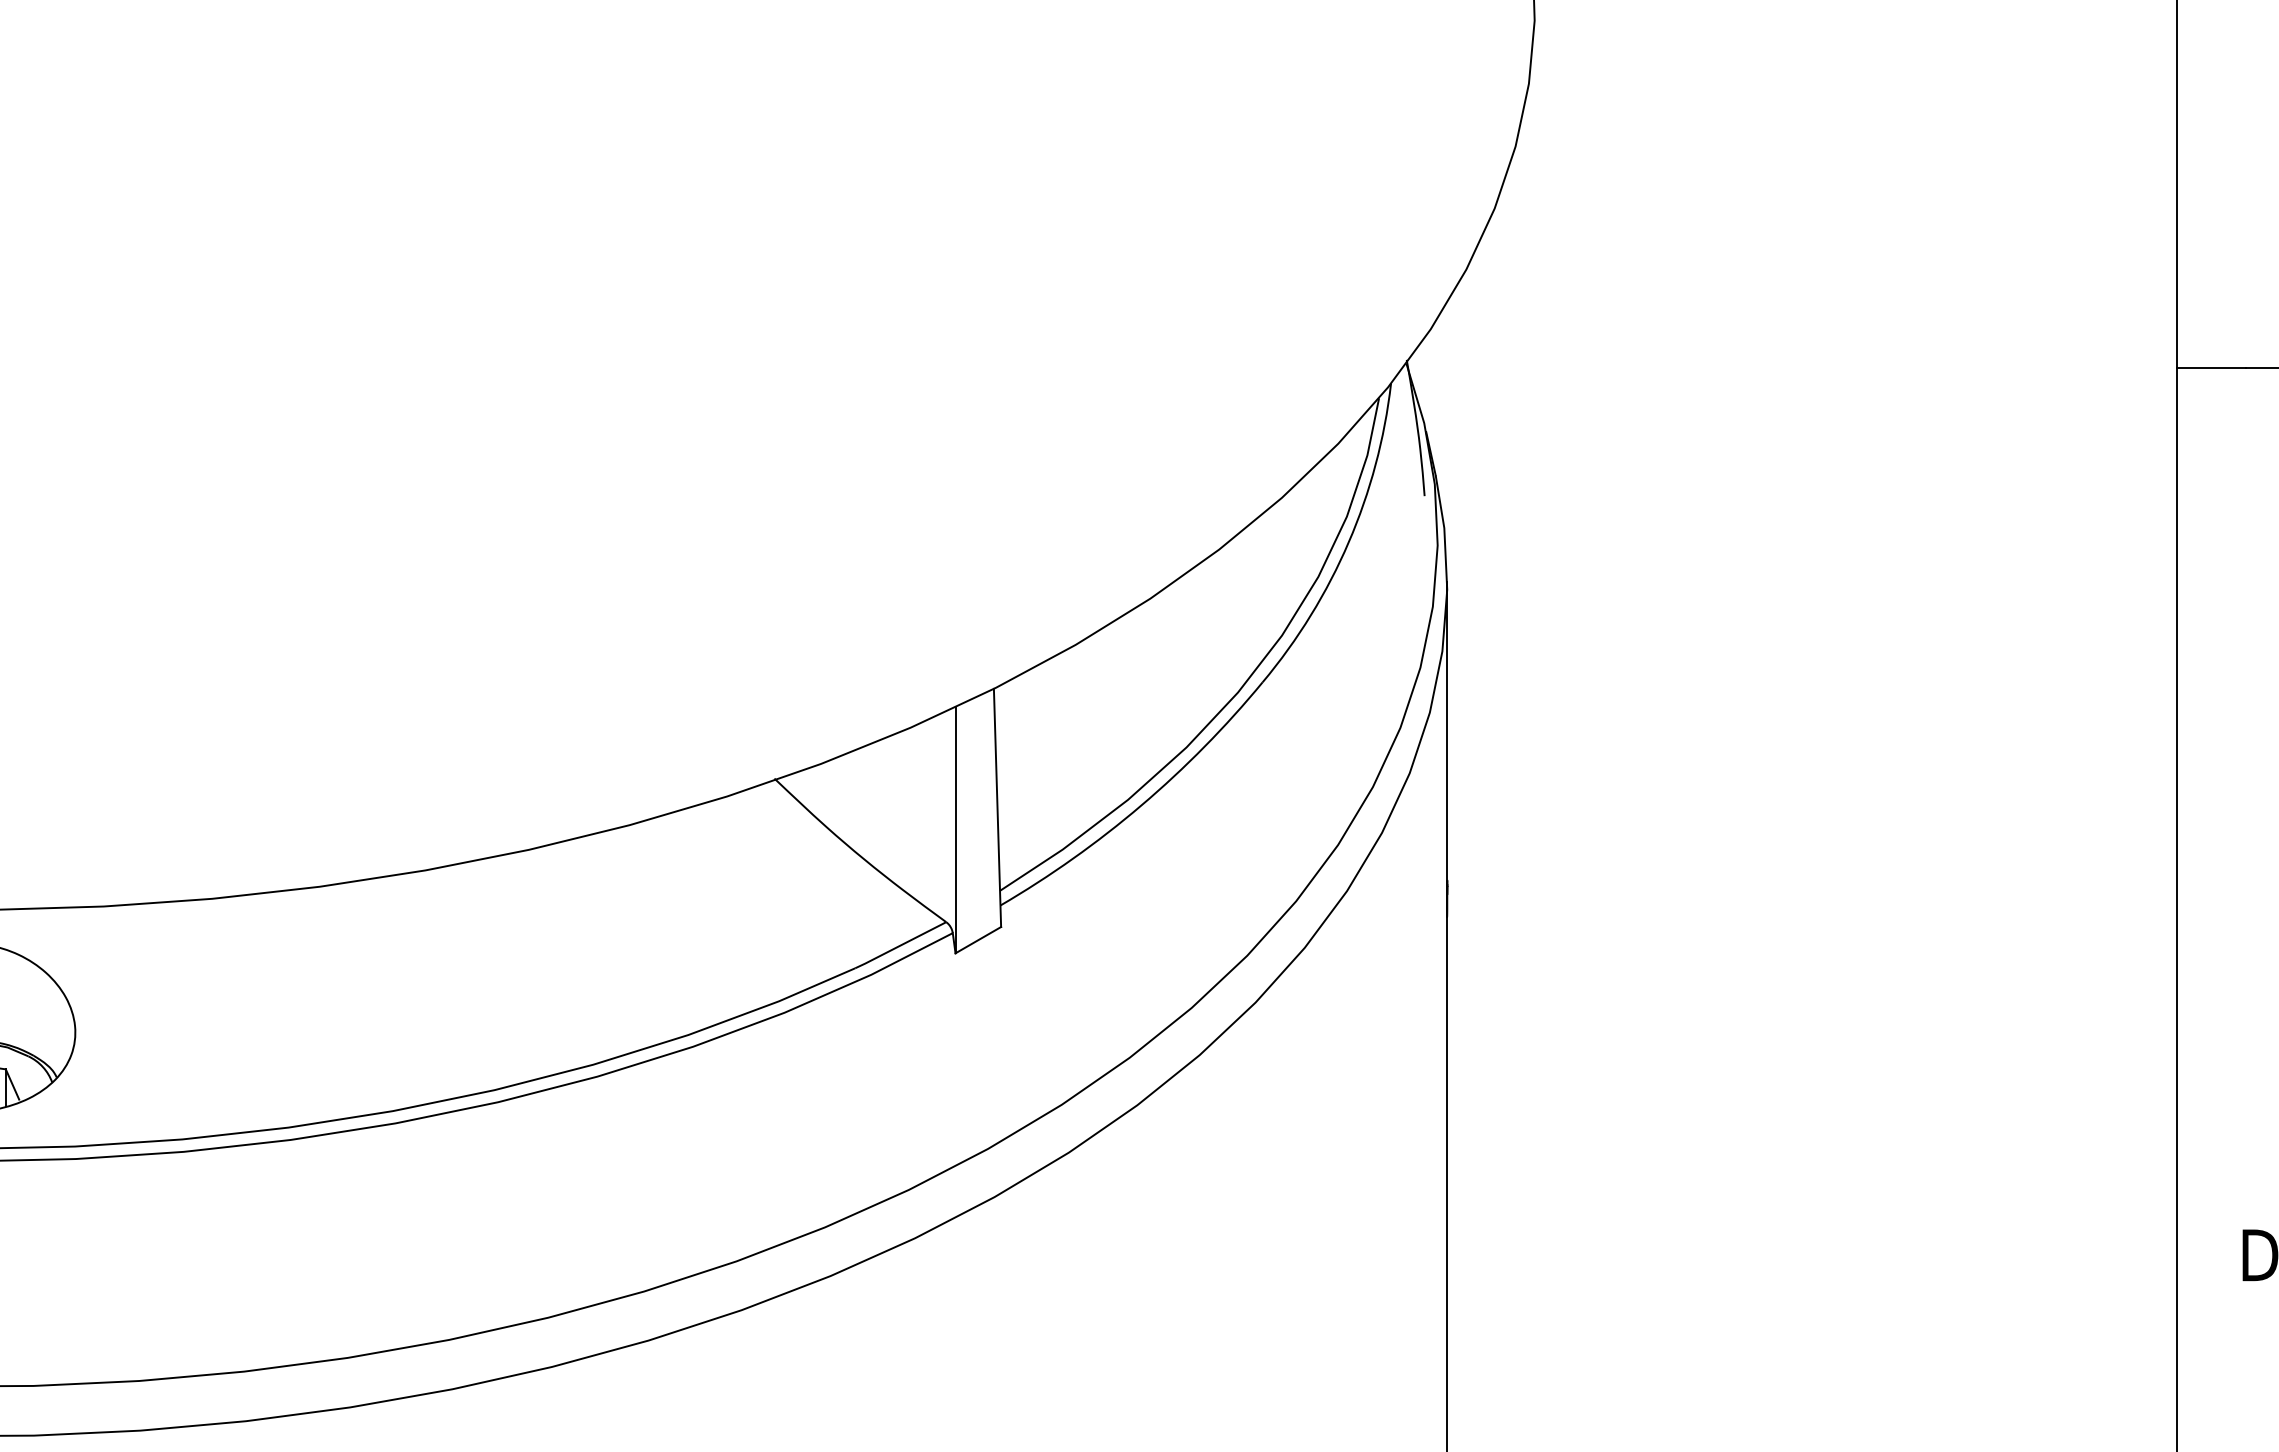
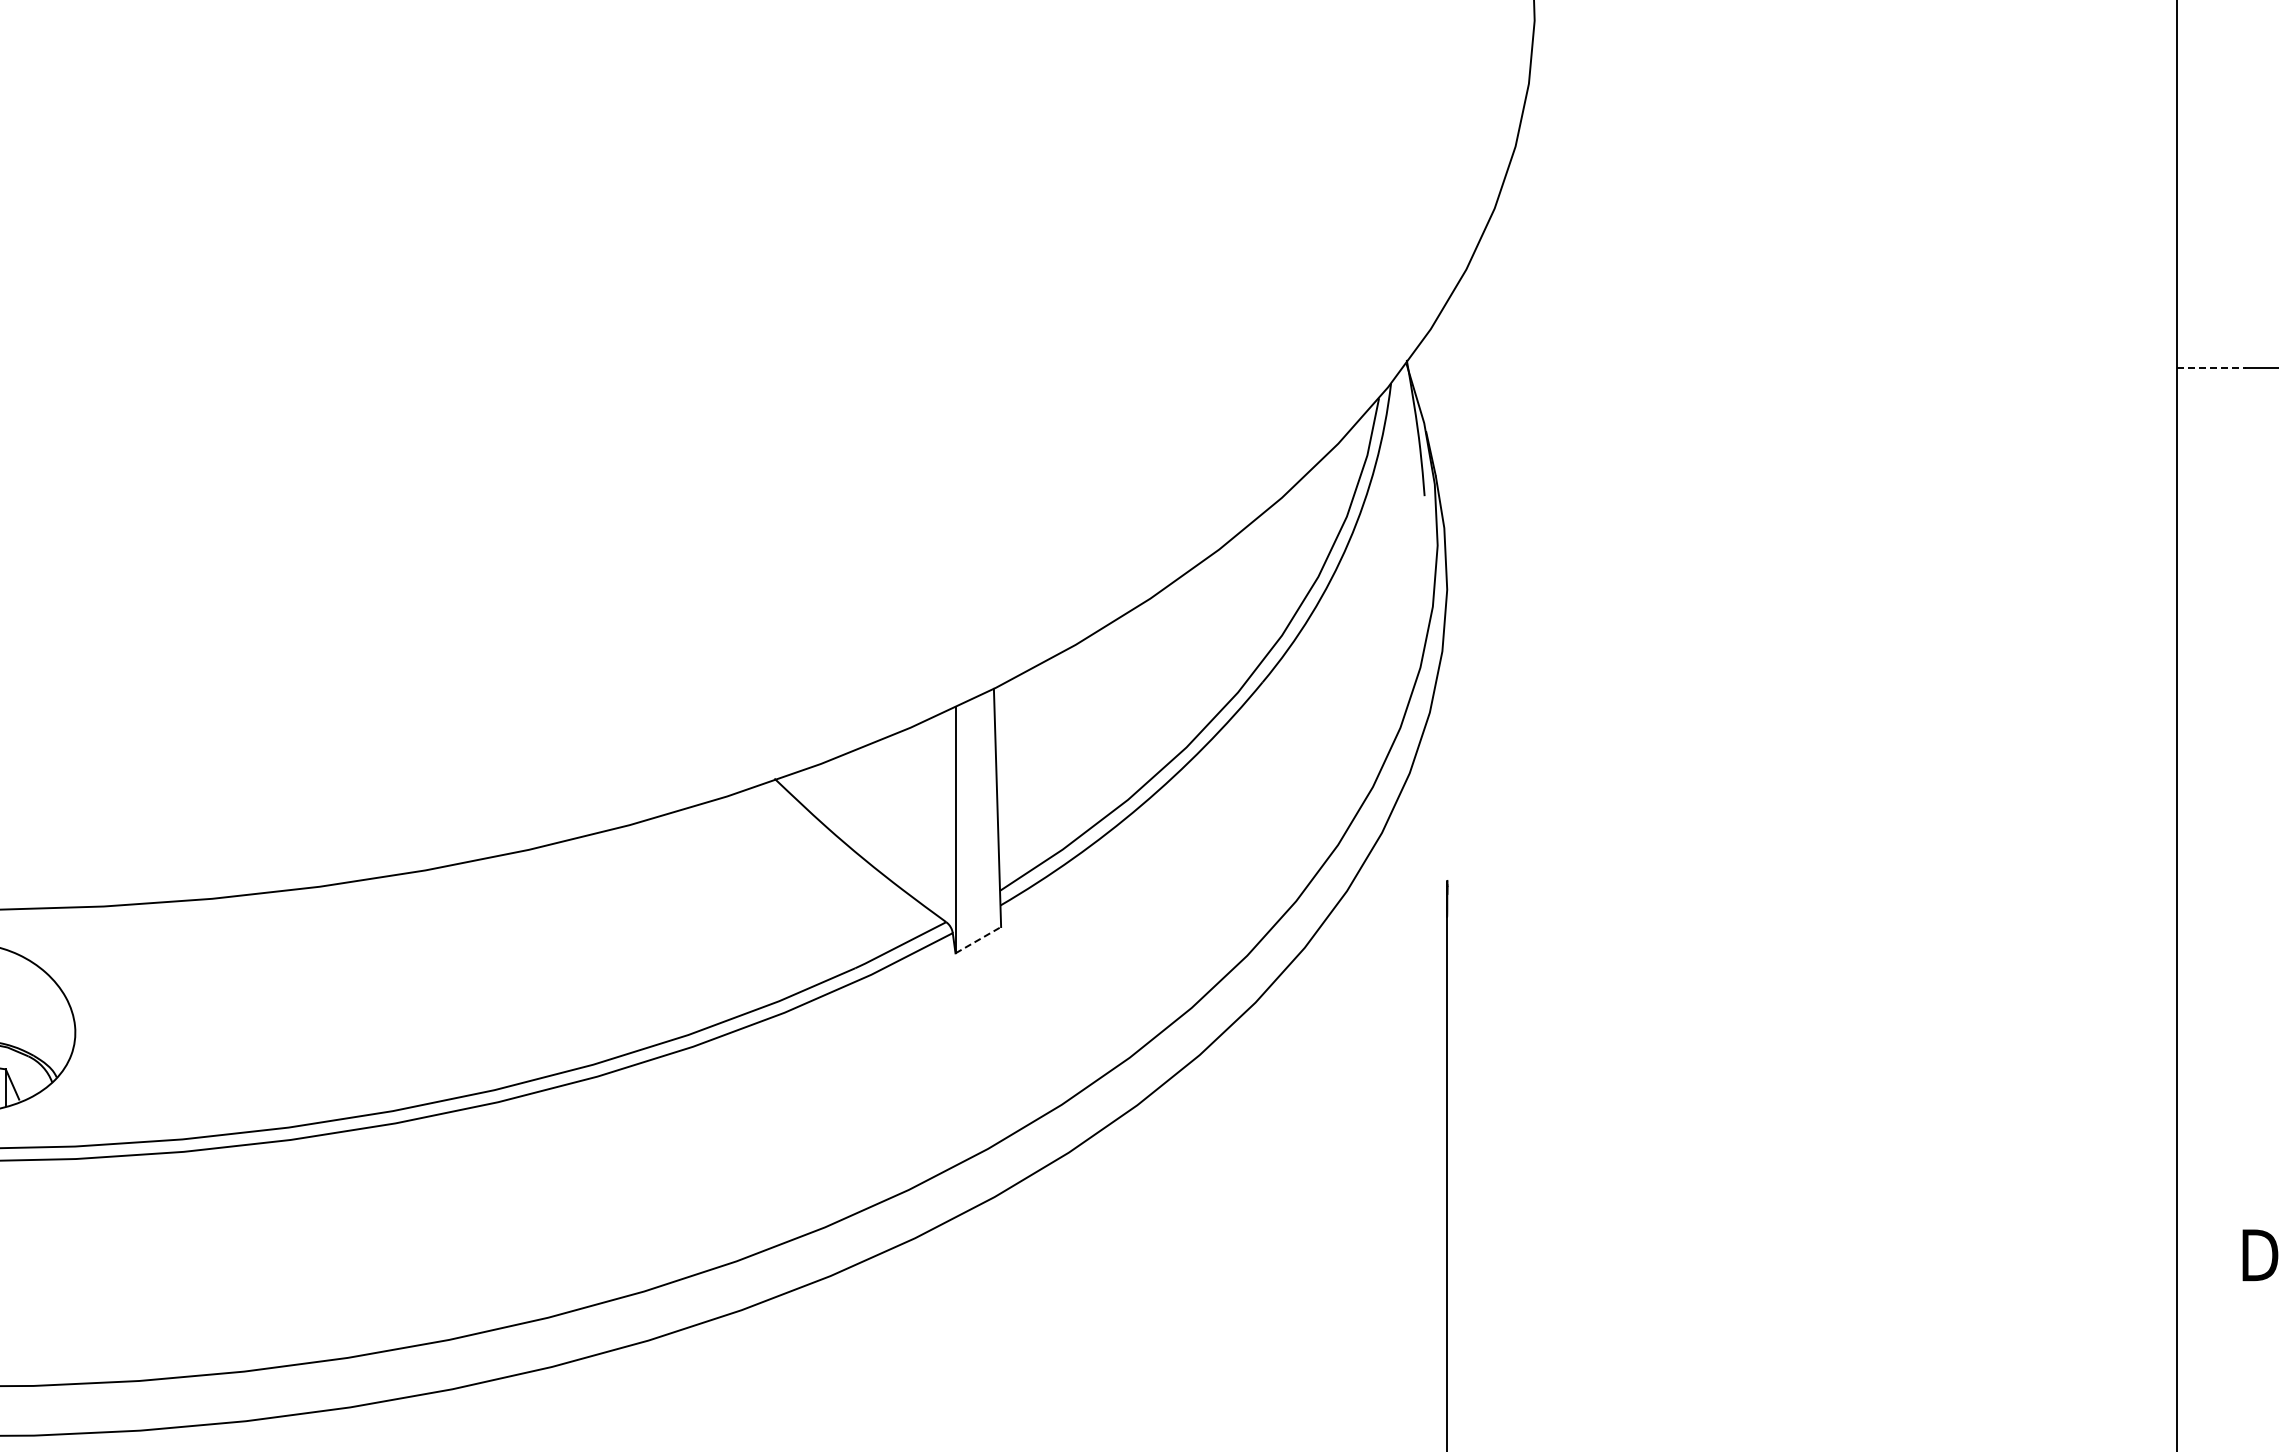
line at (2211, 368): solid -> dashed
line at (1447, 731): present -> none
line at (978, 939): solid -> dashed
